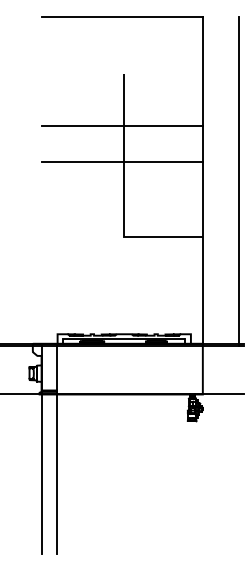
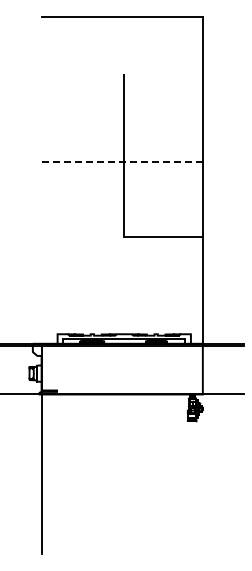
line at (121, 126): present -> none
line at (122, 162): solid -> dashed
line at (239, 181): present -> none
line at (56, 449): present -> none
